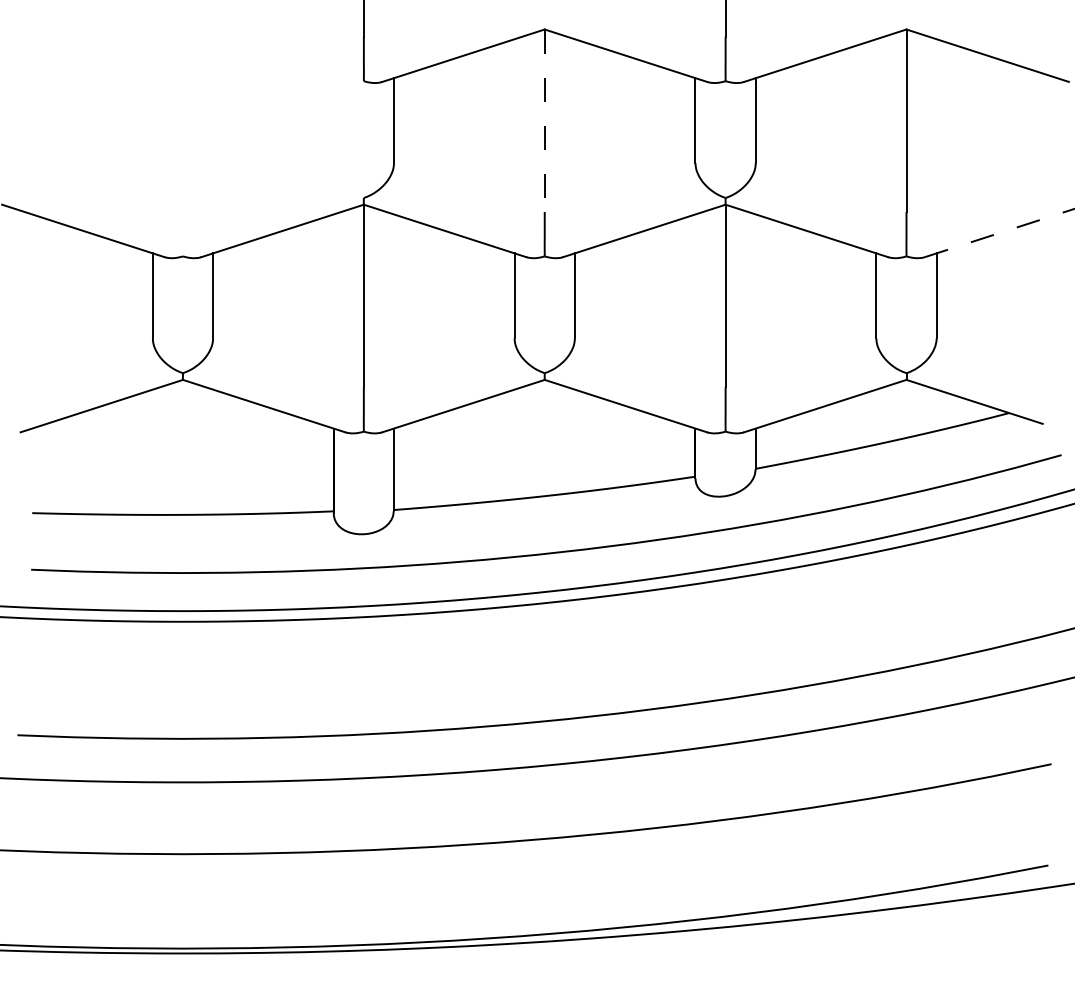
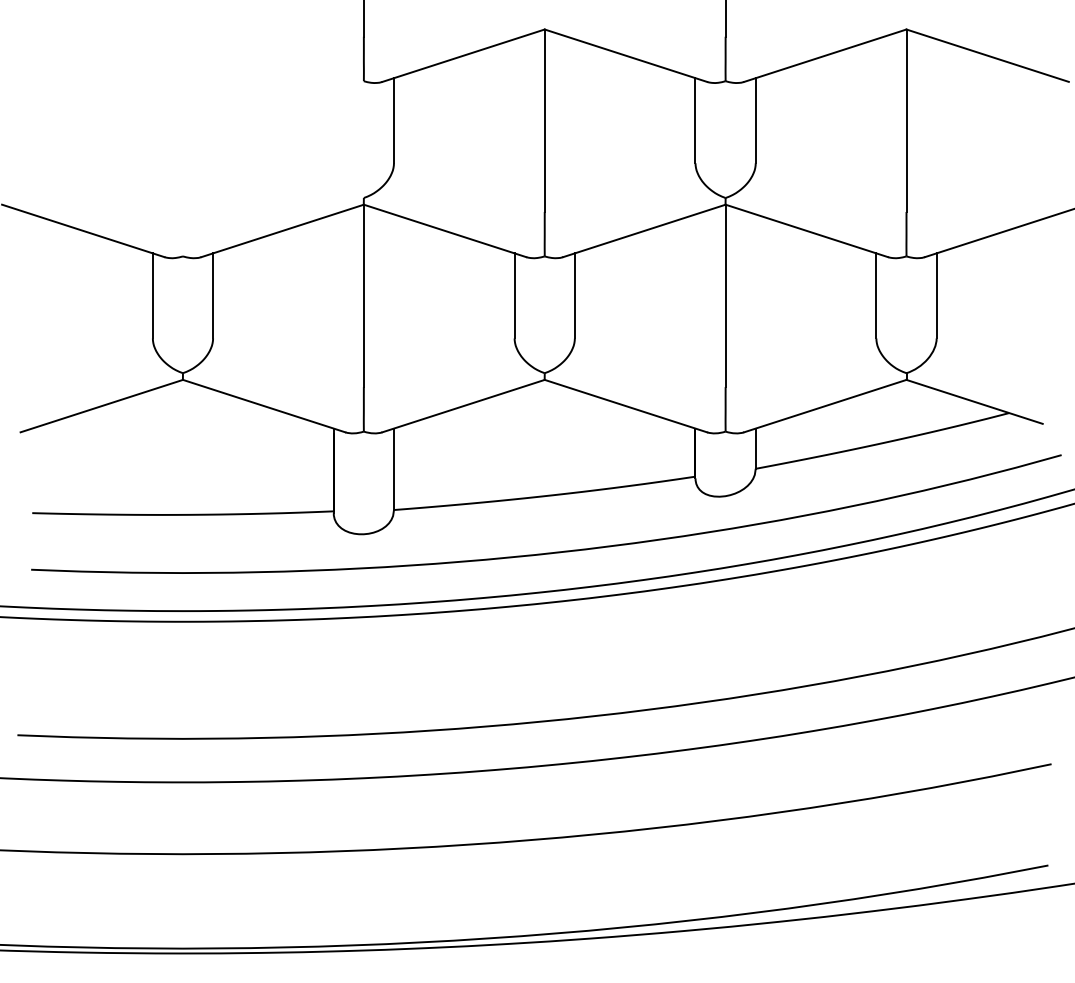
line at (544, 121): dashed -> solid
line at (1000, 232): dashed -> solid
